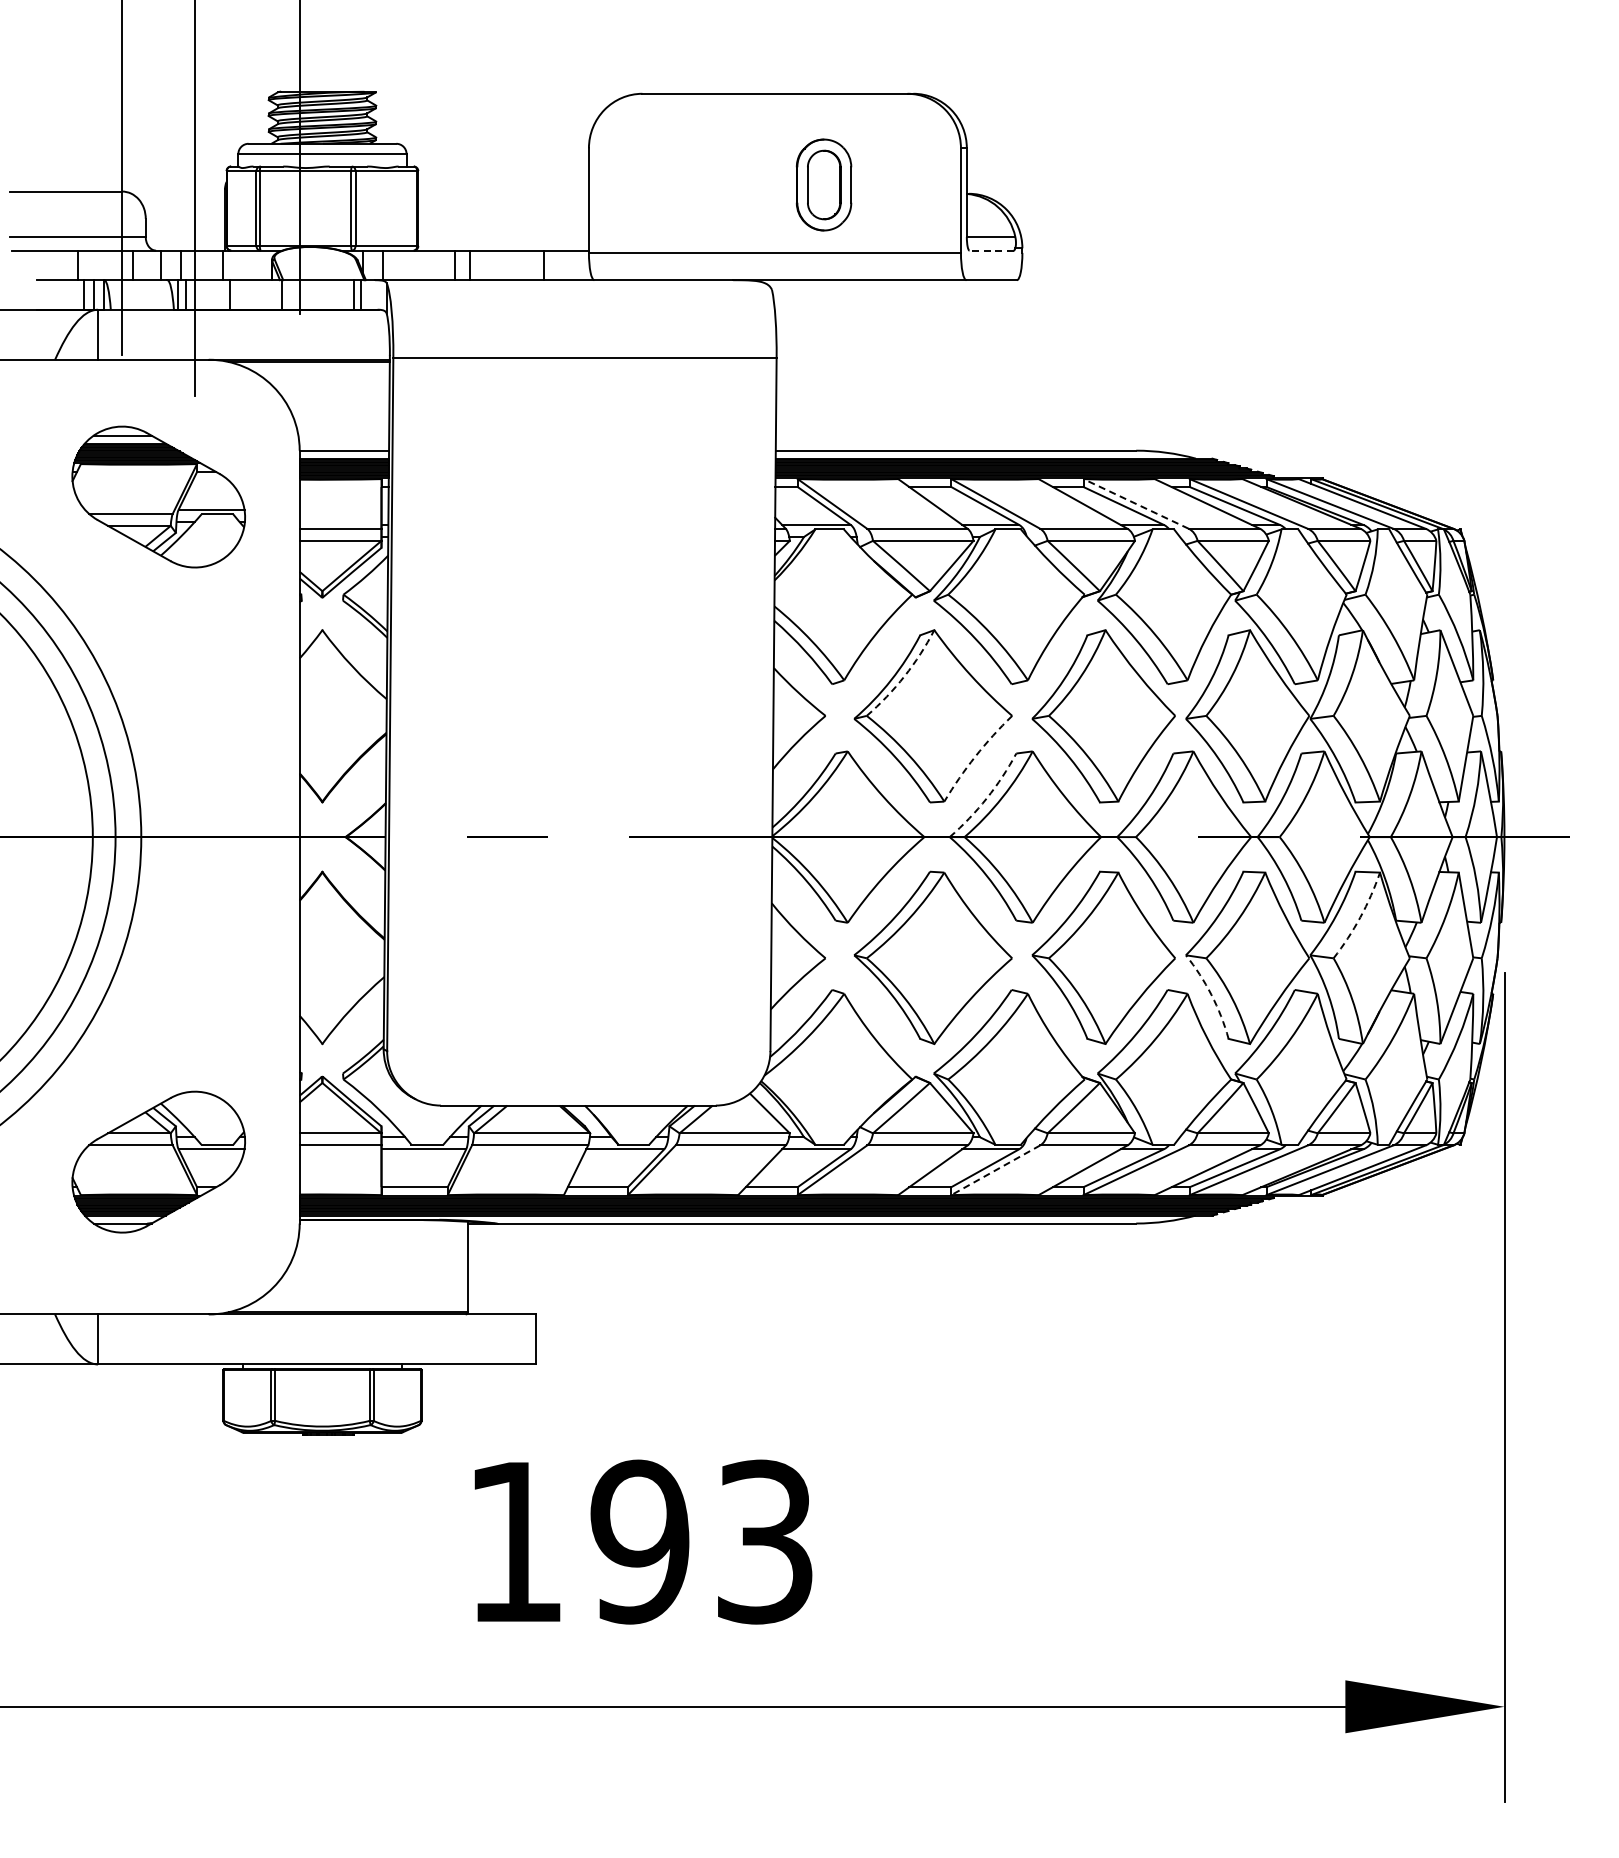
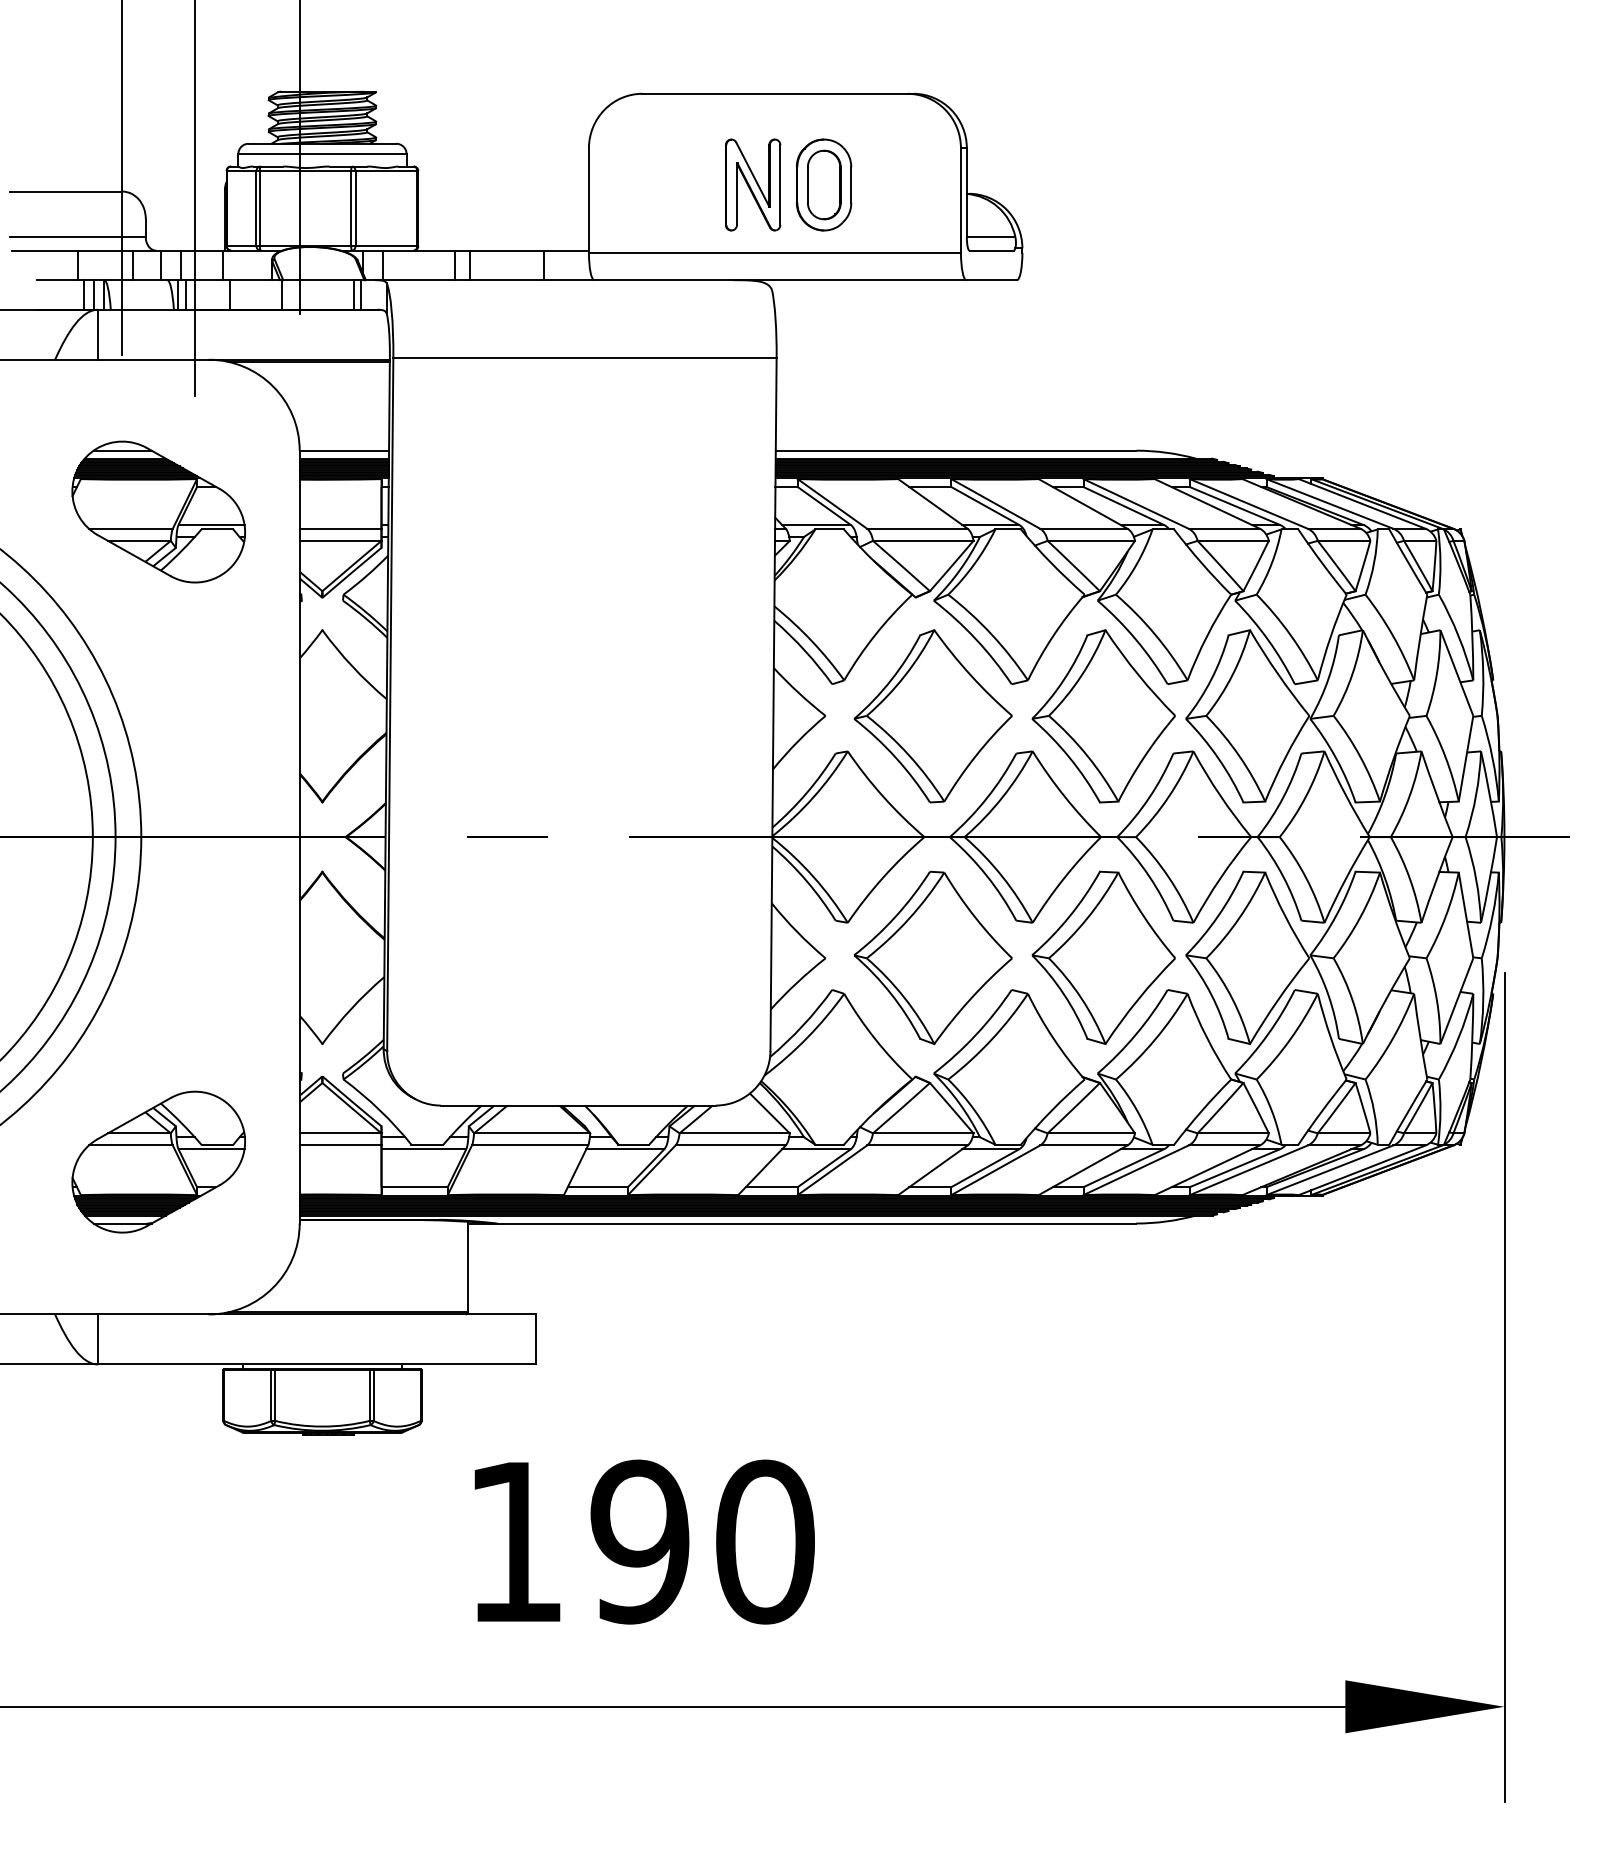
part at (753, 184): none -> present
line at (991, 250): dashed -> solid
part at (158, 496) position: (158, 496) -> (158, 511)
line at (1135, 503): dashed -> solid
arc at (904, 676): dashed -> solid
arc at (975, 756): dashed -> solid
arc at (986, 798): dashed -> solid
arc at (1360, 917): dashed -> solid
arc at (1211, 994): dashed -> solid
line at (995, 1170): dashed -> solid
text at (765, 1541): 193 -> 190
